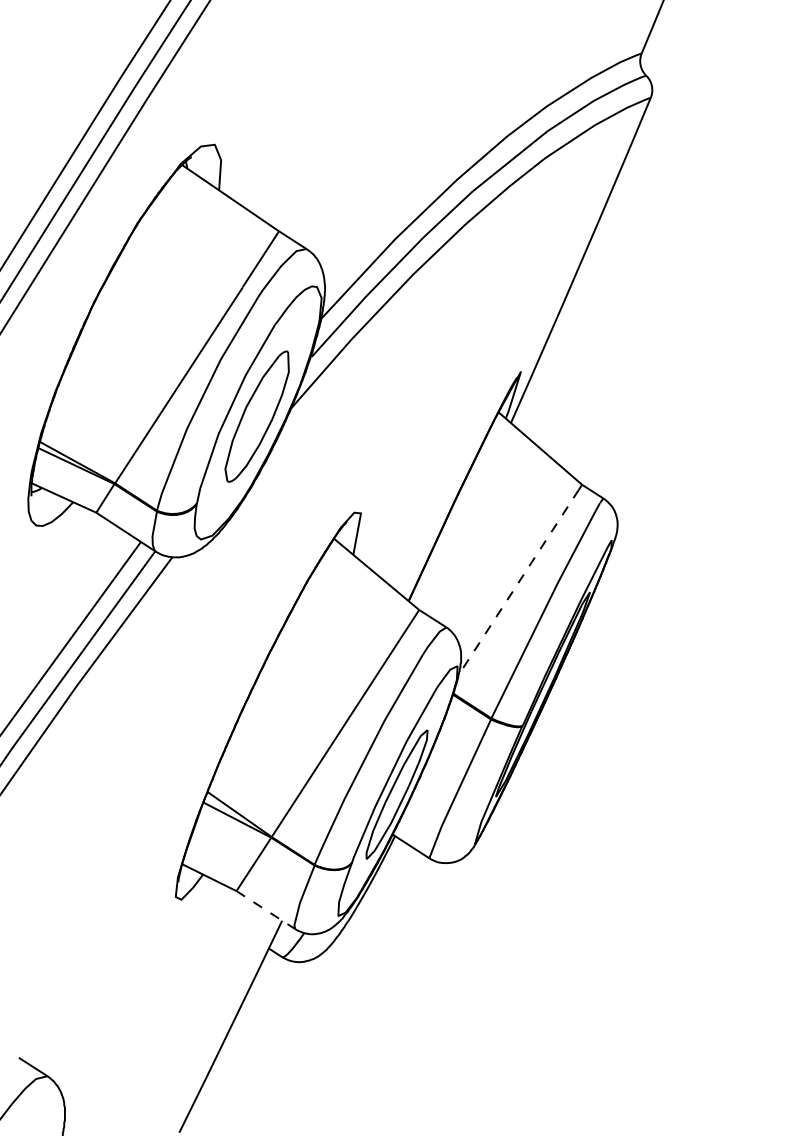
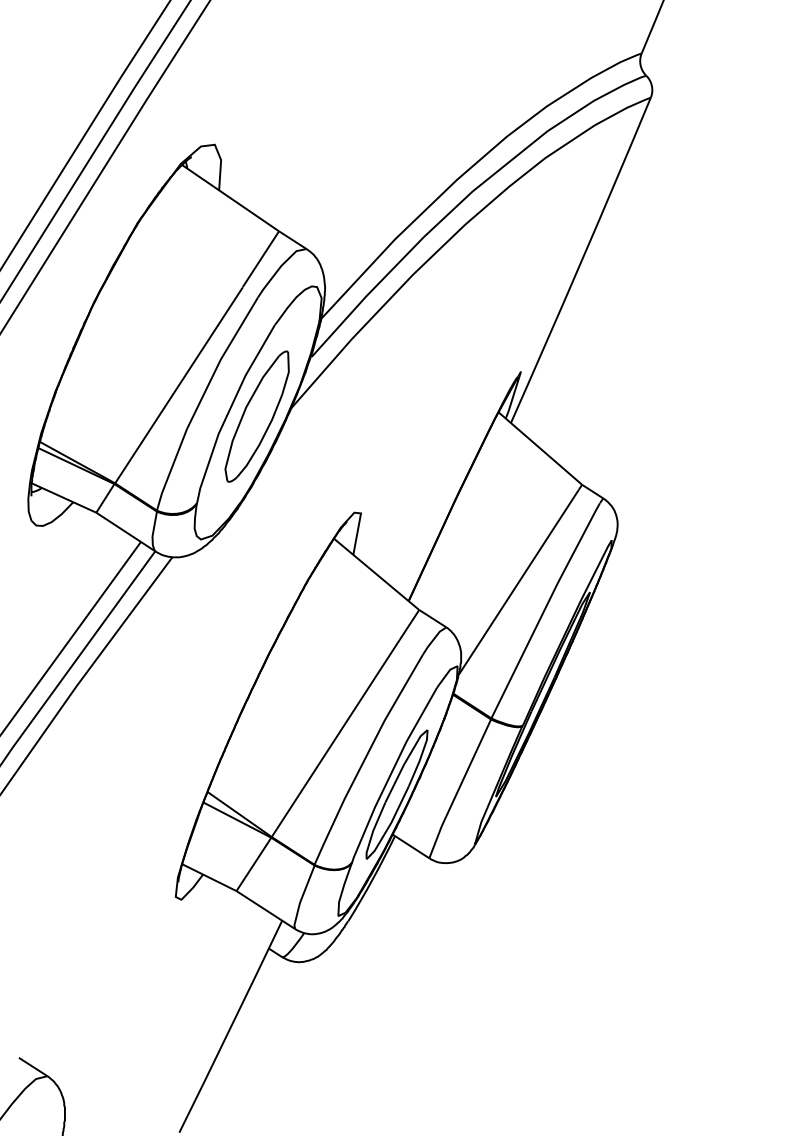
line at (518, 582): dashed -> solid
line at (265, 910): dashed -> solid
